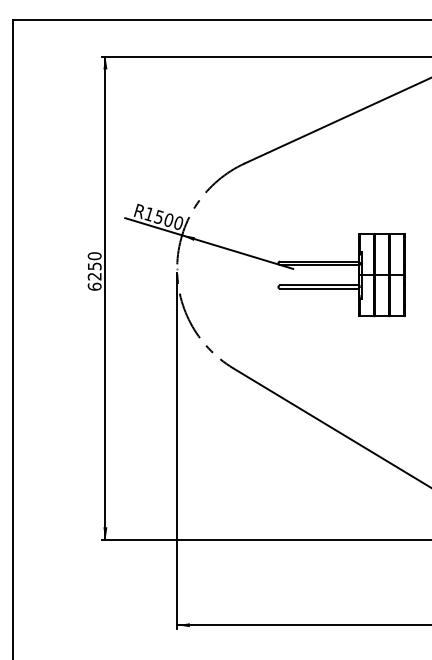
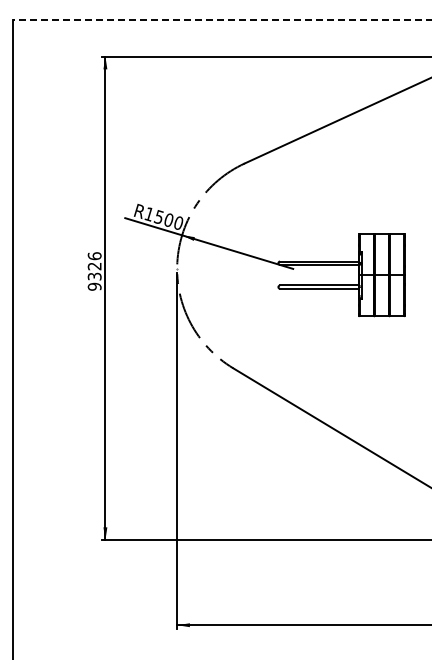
line at (222, 19): solid -> dashed
text at (94, 271): 6250 -> 9326
